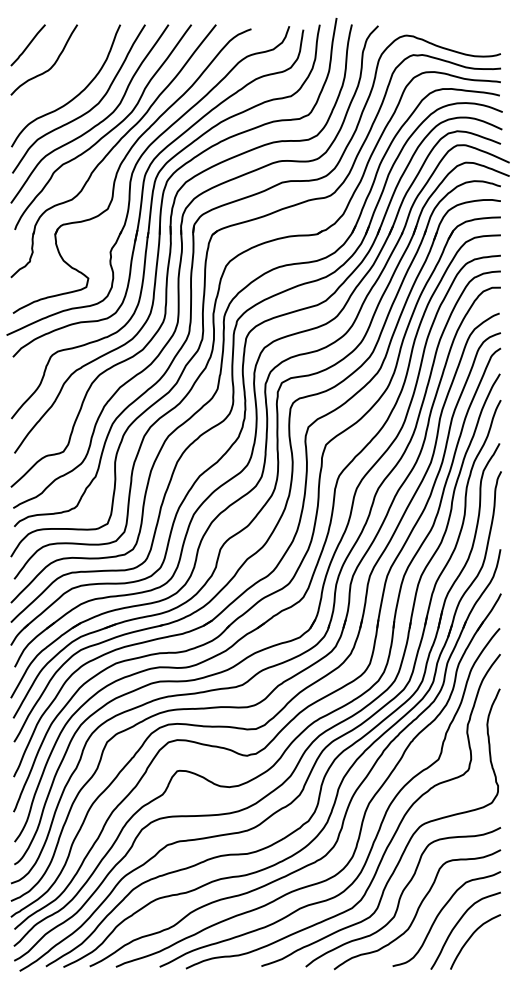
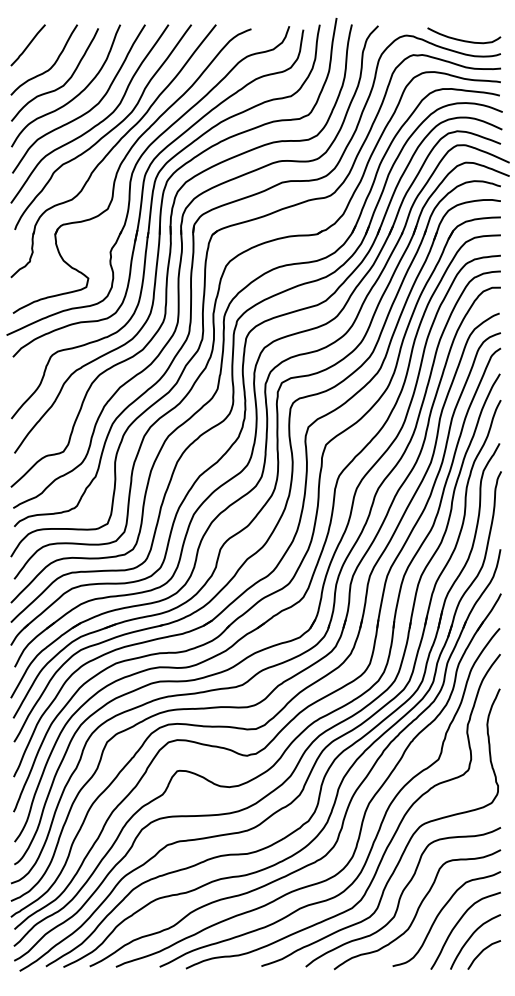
curve at (462, 39): none -> present
curve at (61, 85): none -> present
curve at (482, 952): none -> present
